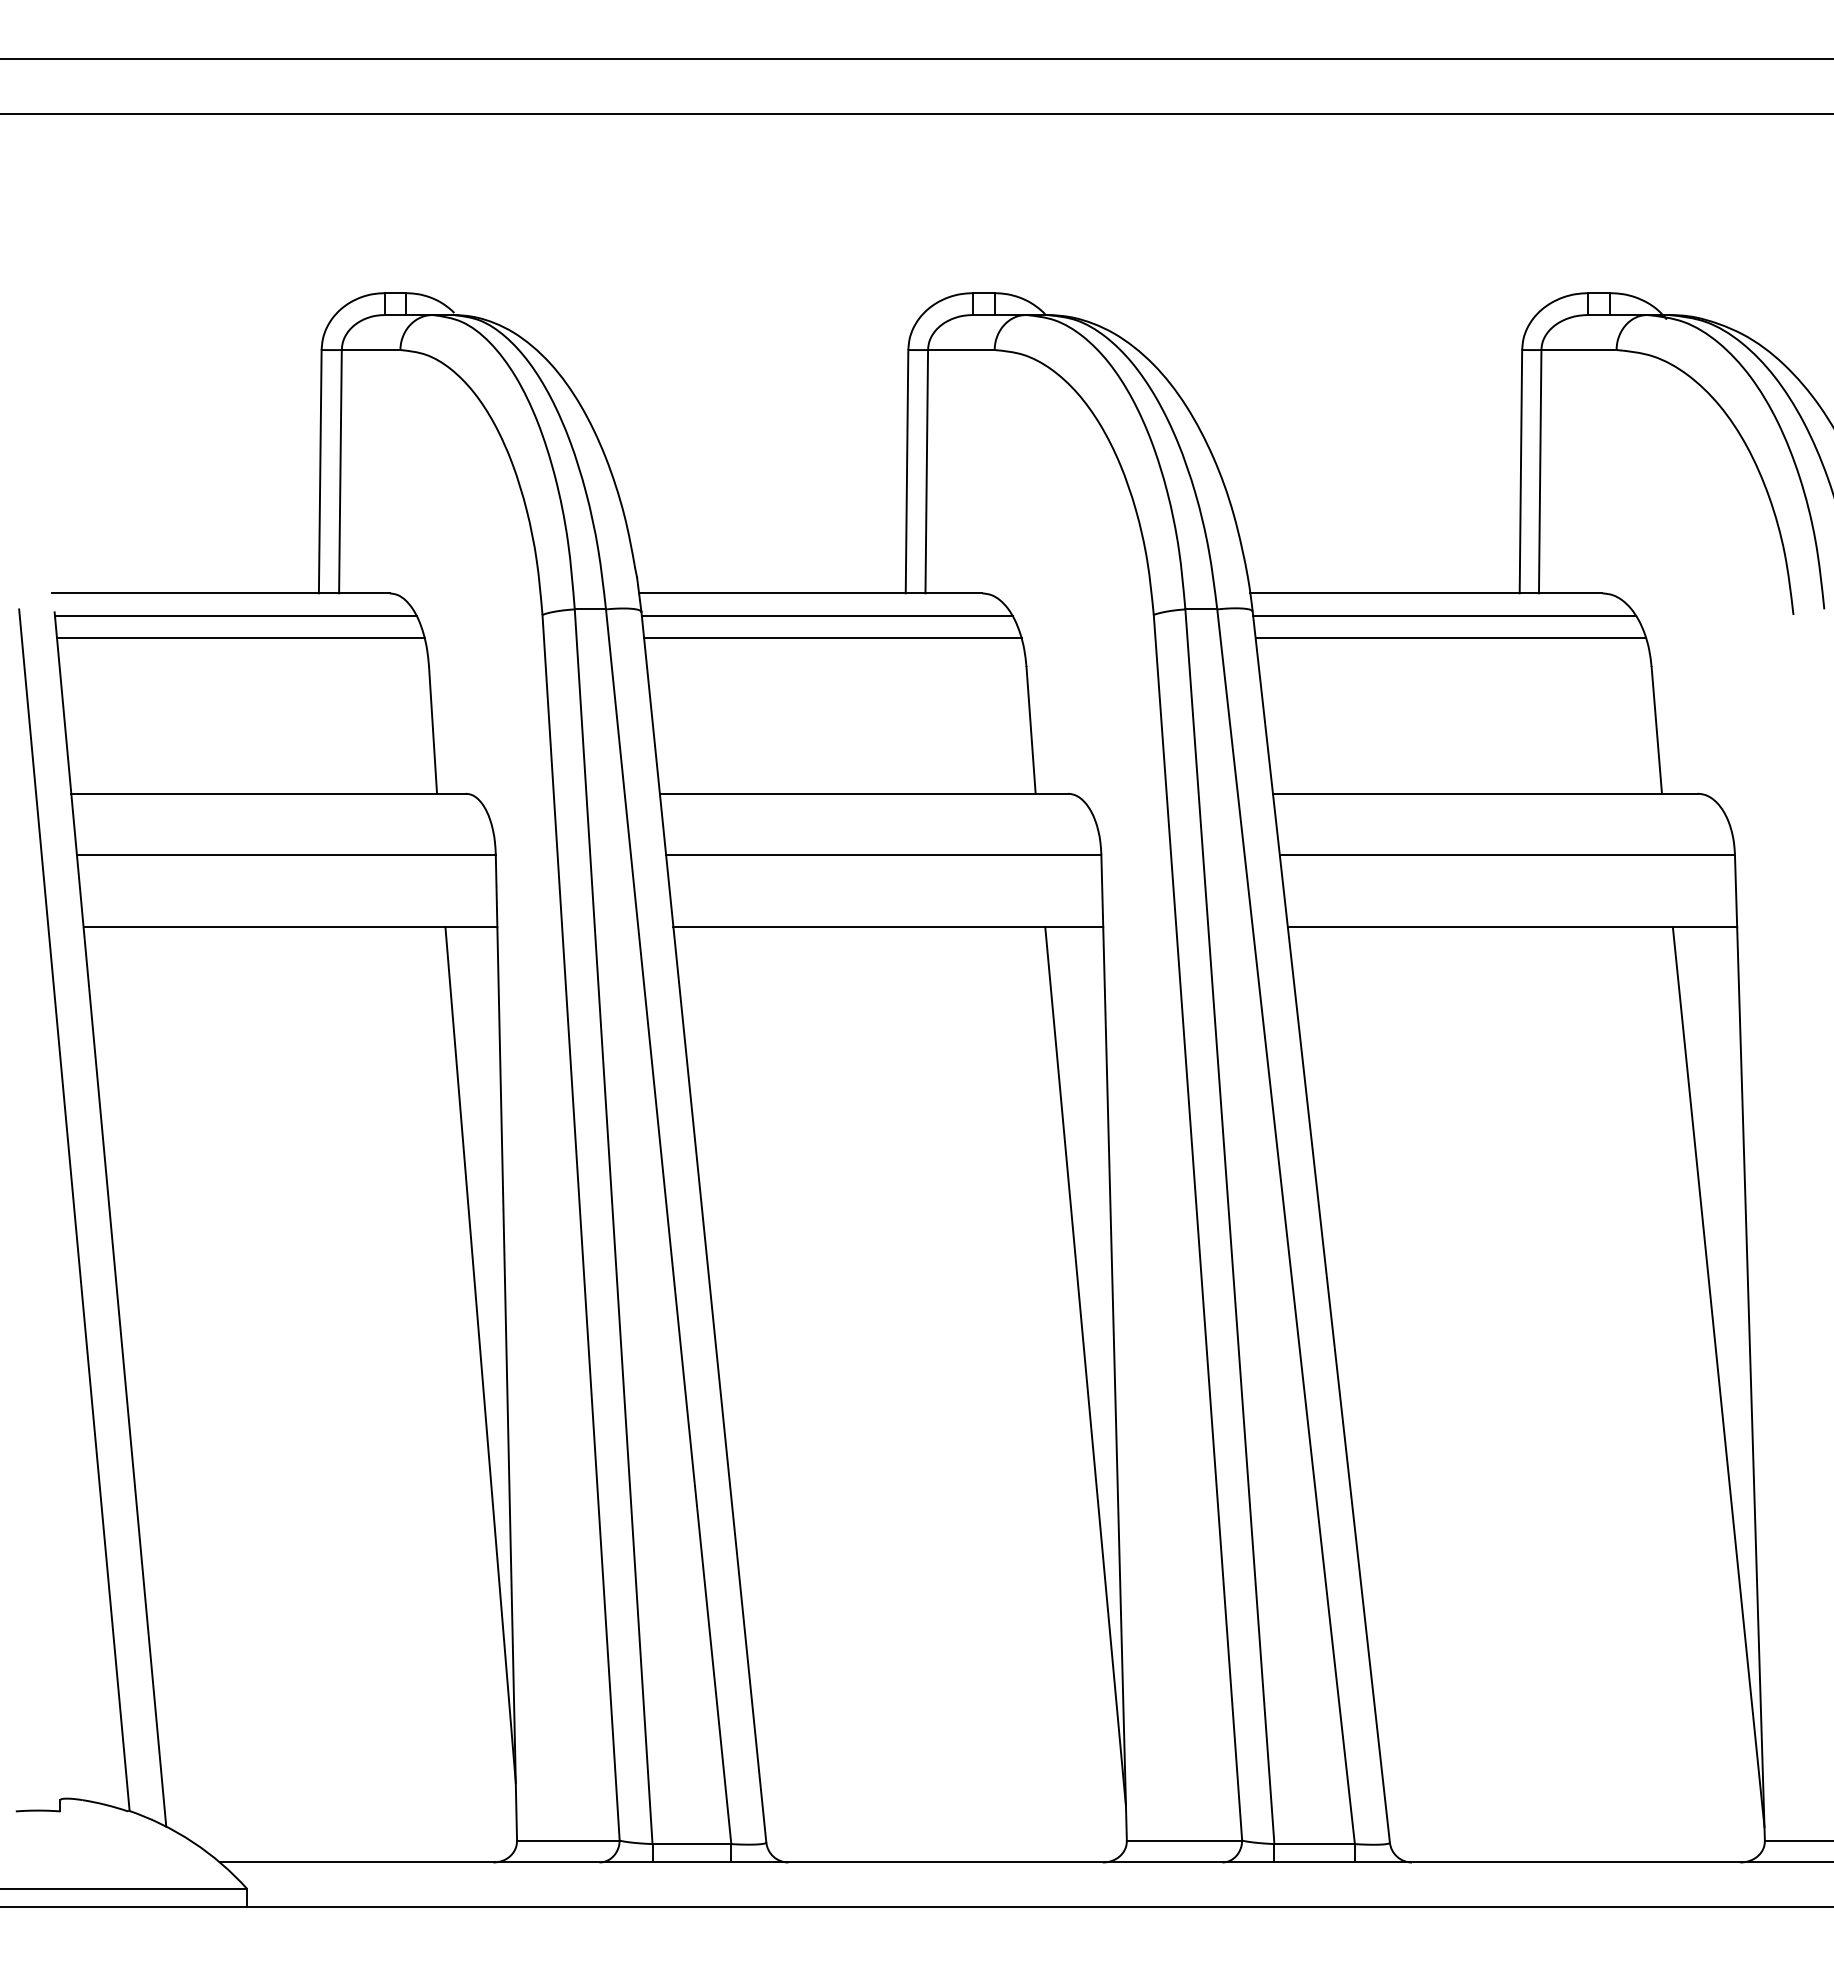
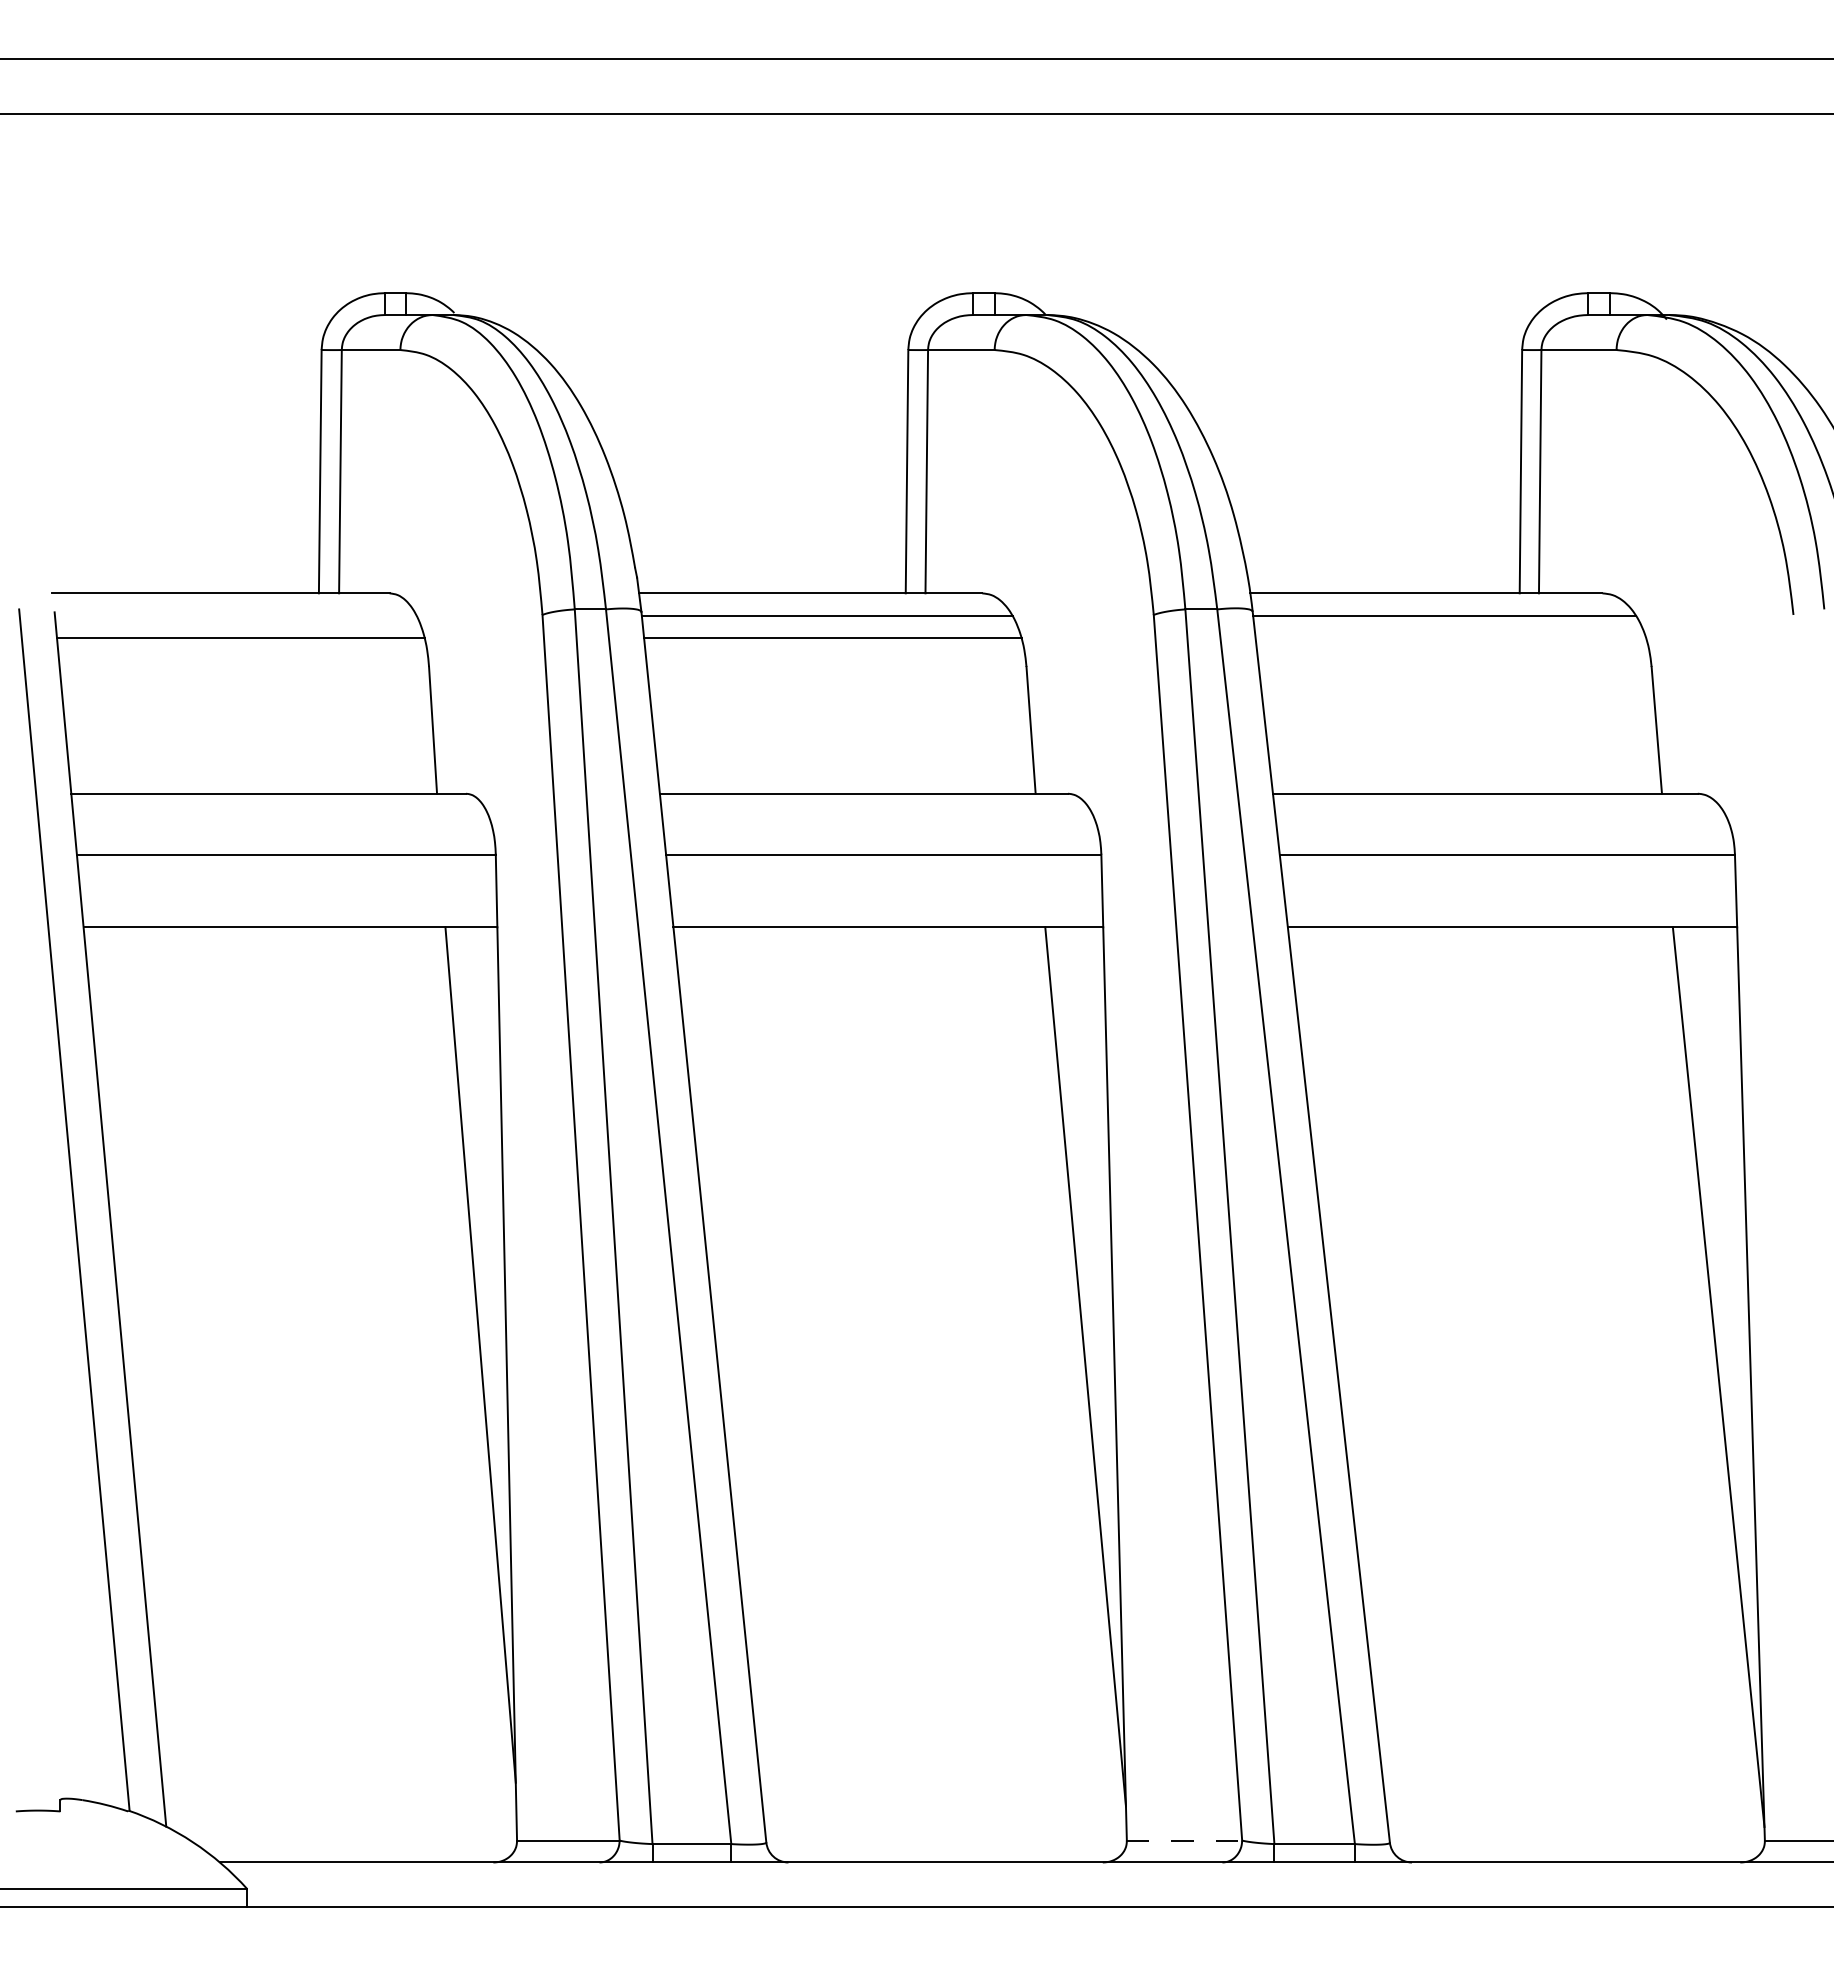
line at (235, 615): present -> none
line at (1450, 637): present -> none
line at (1184, 1840): solid -> dashed
